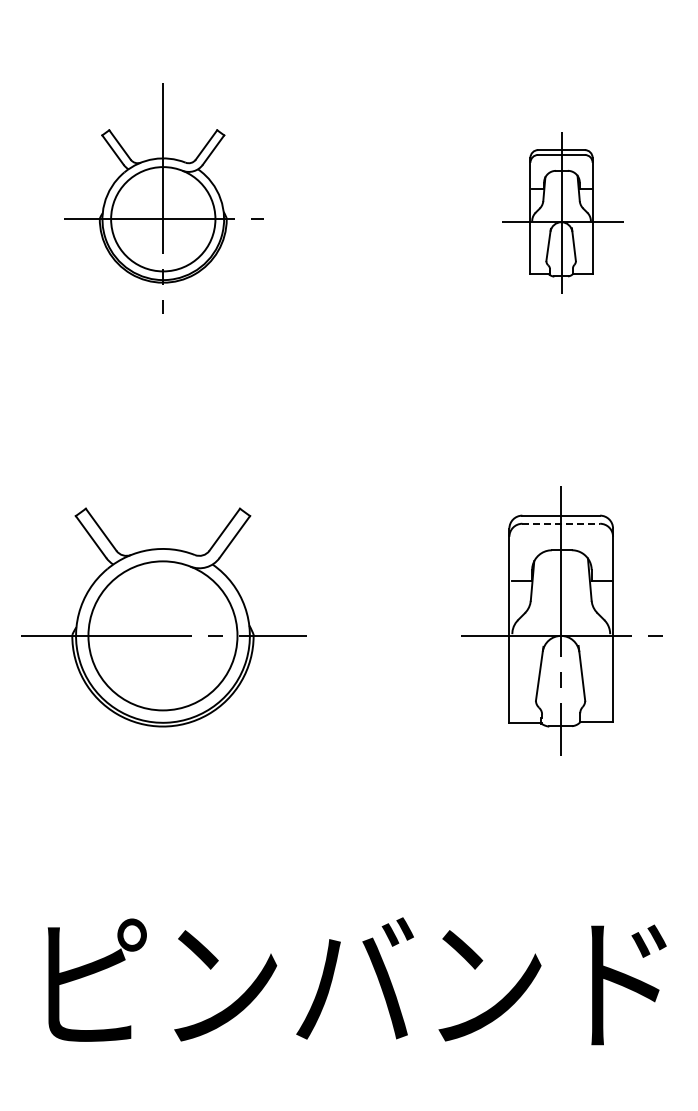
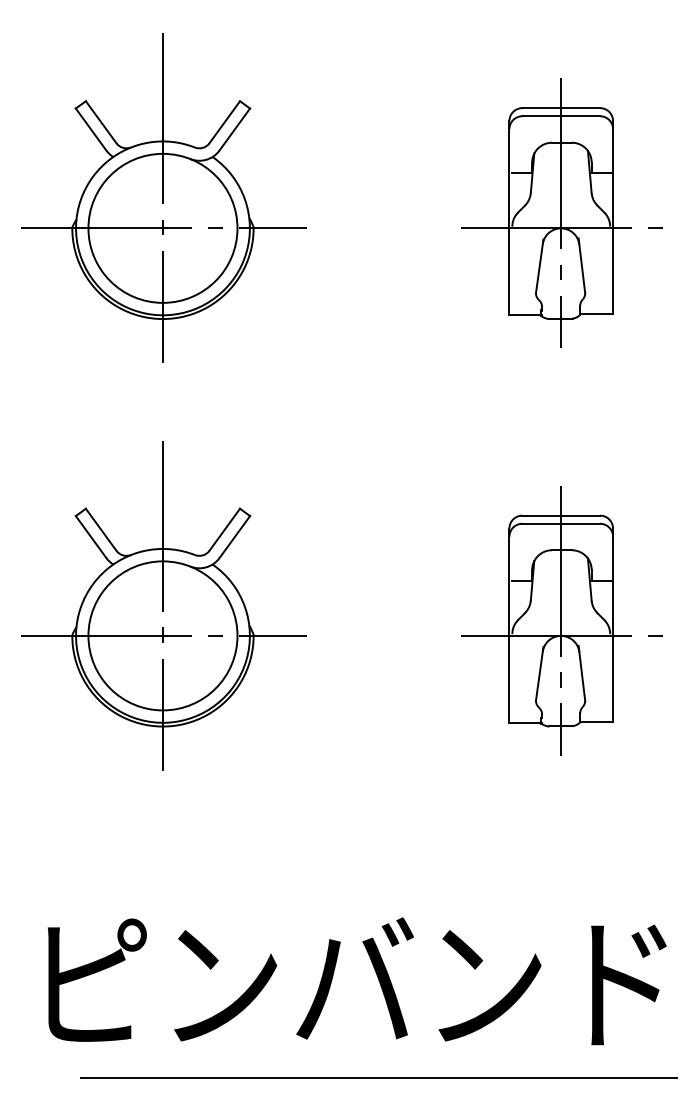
part at (163, 198) size: 200x231 px -> 286x330 px
part at (562, 212) size: 122x162 px -> 202x270 px
line at (561, 523): dashed -> solid
line at (162, 605): none -> present
line at (378, 1077): none -> present
